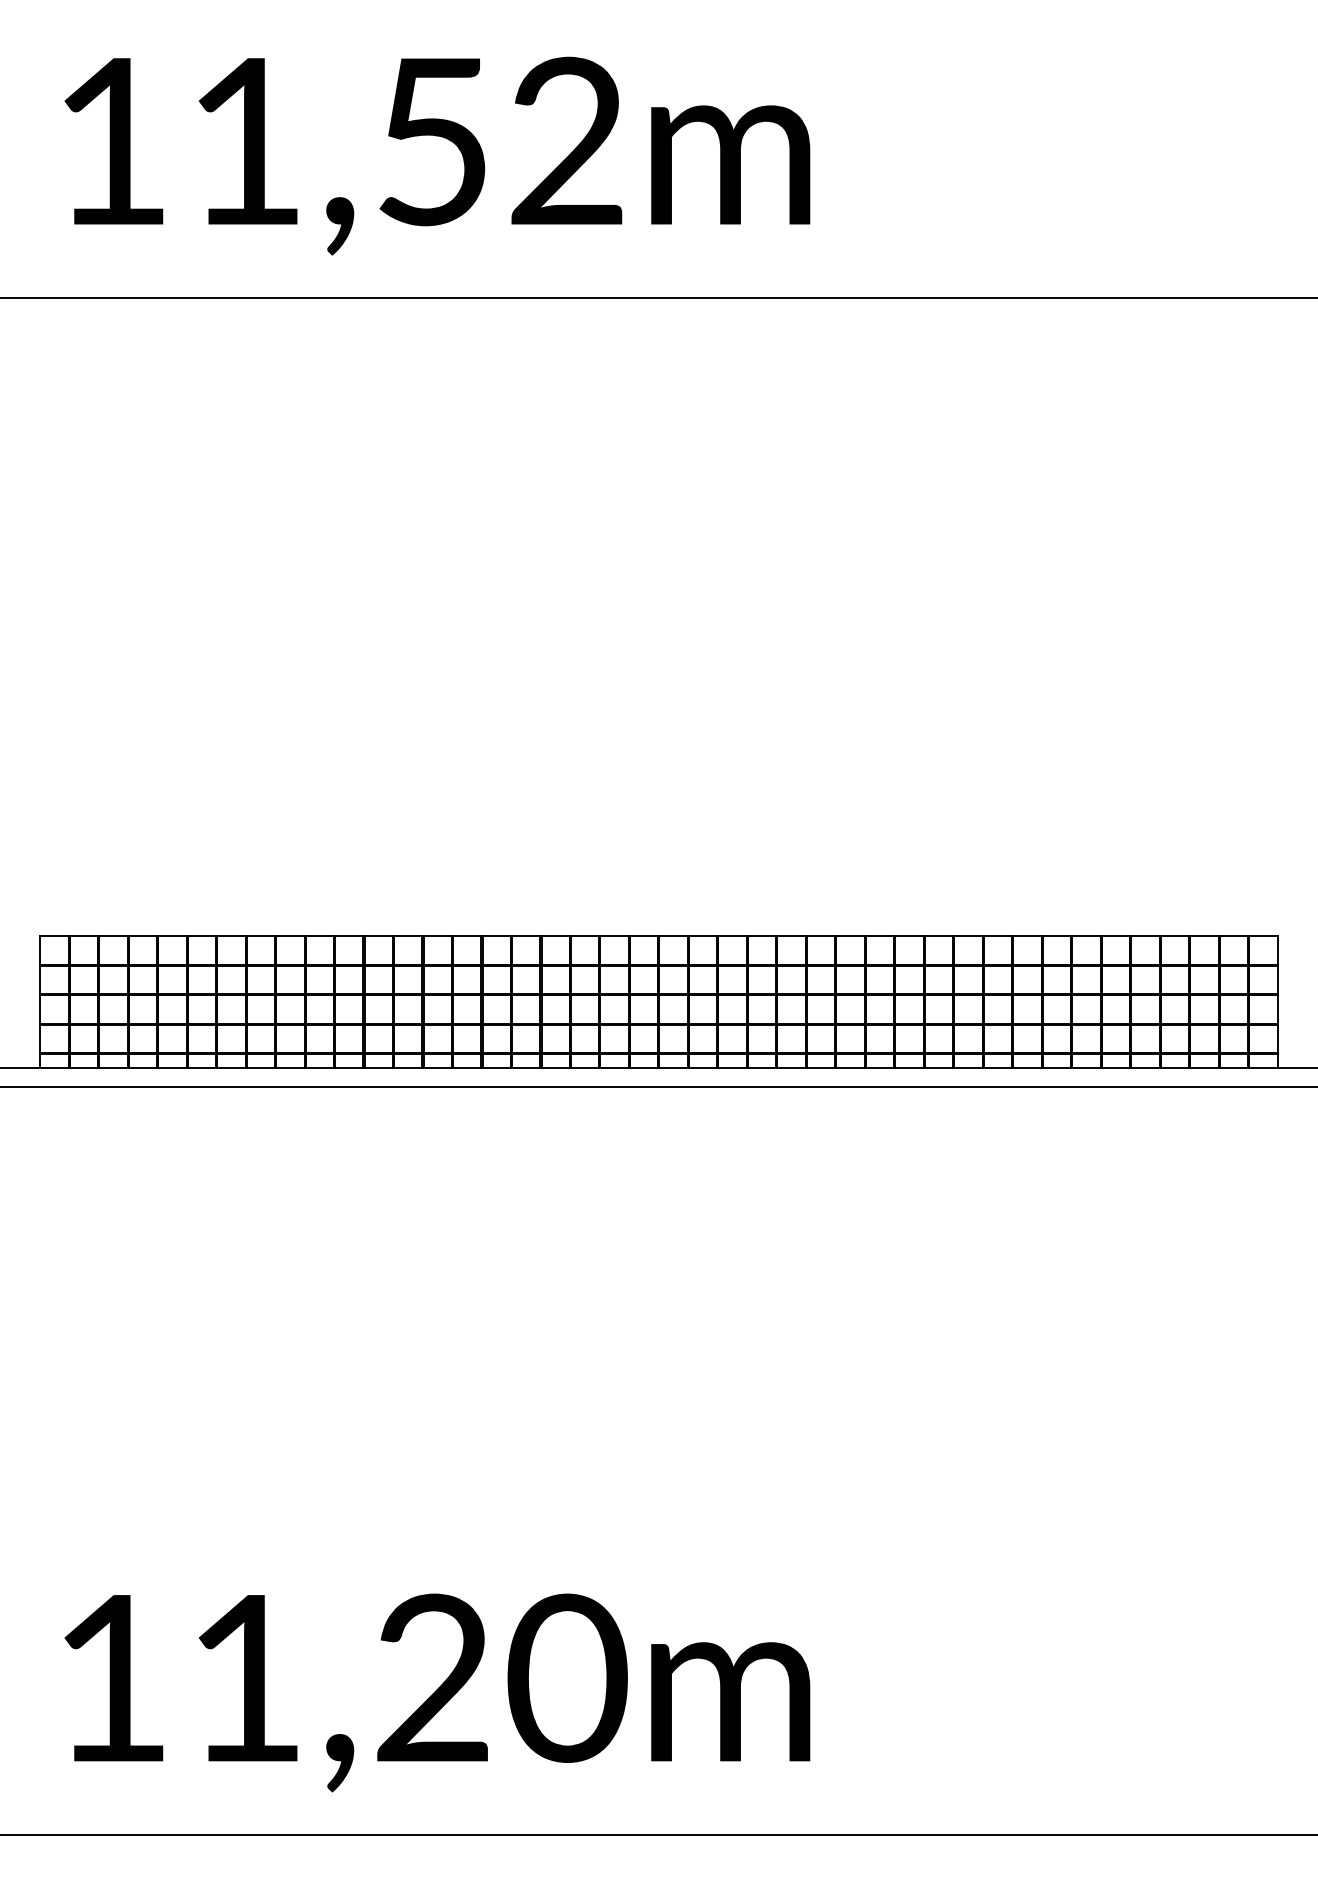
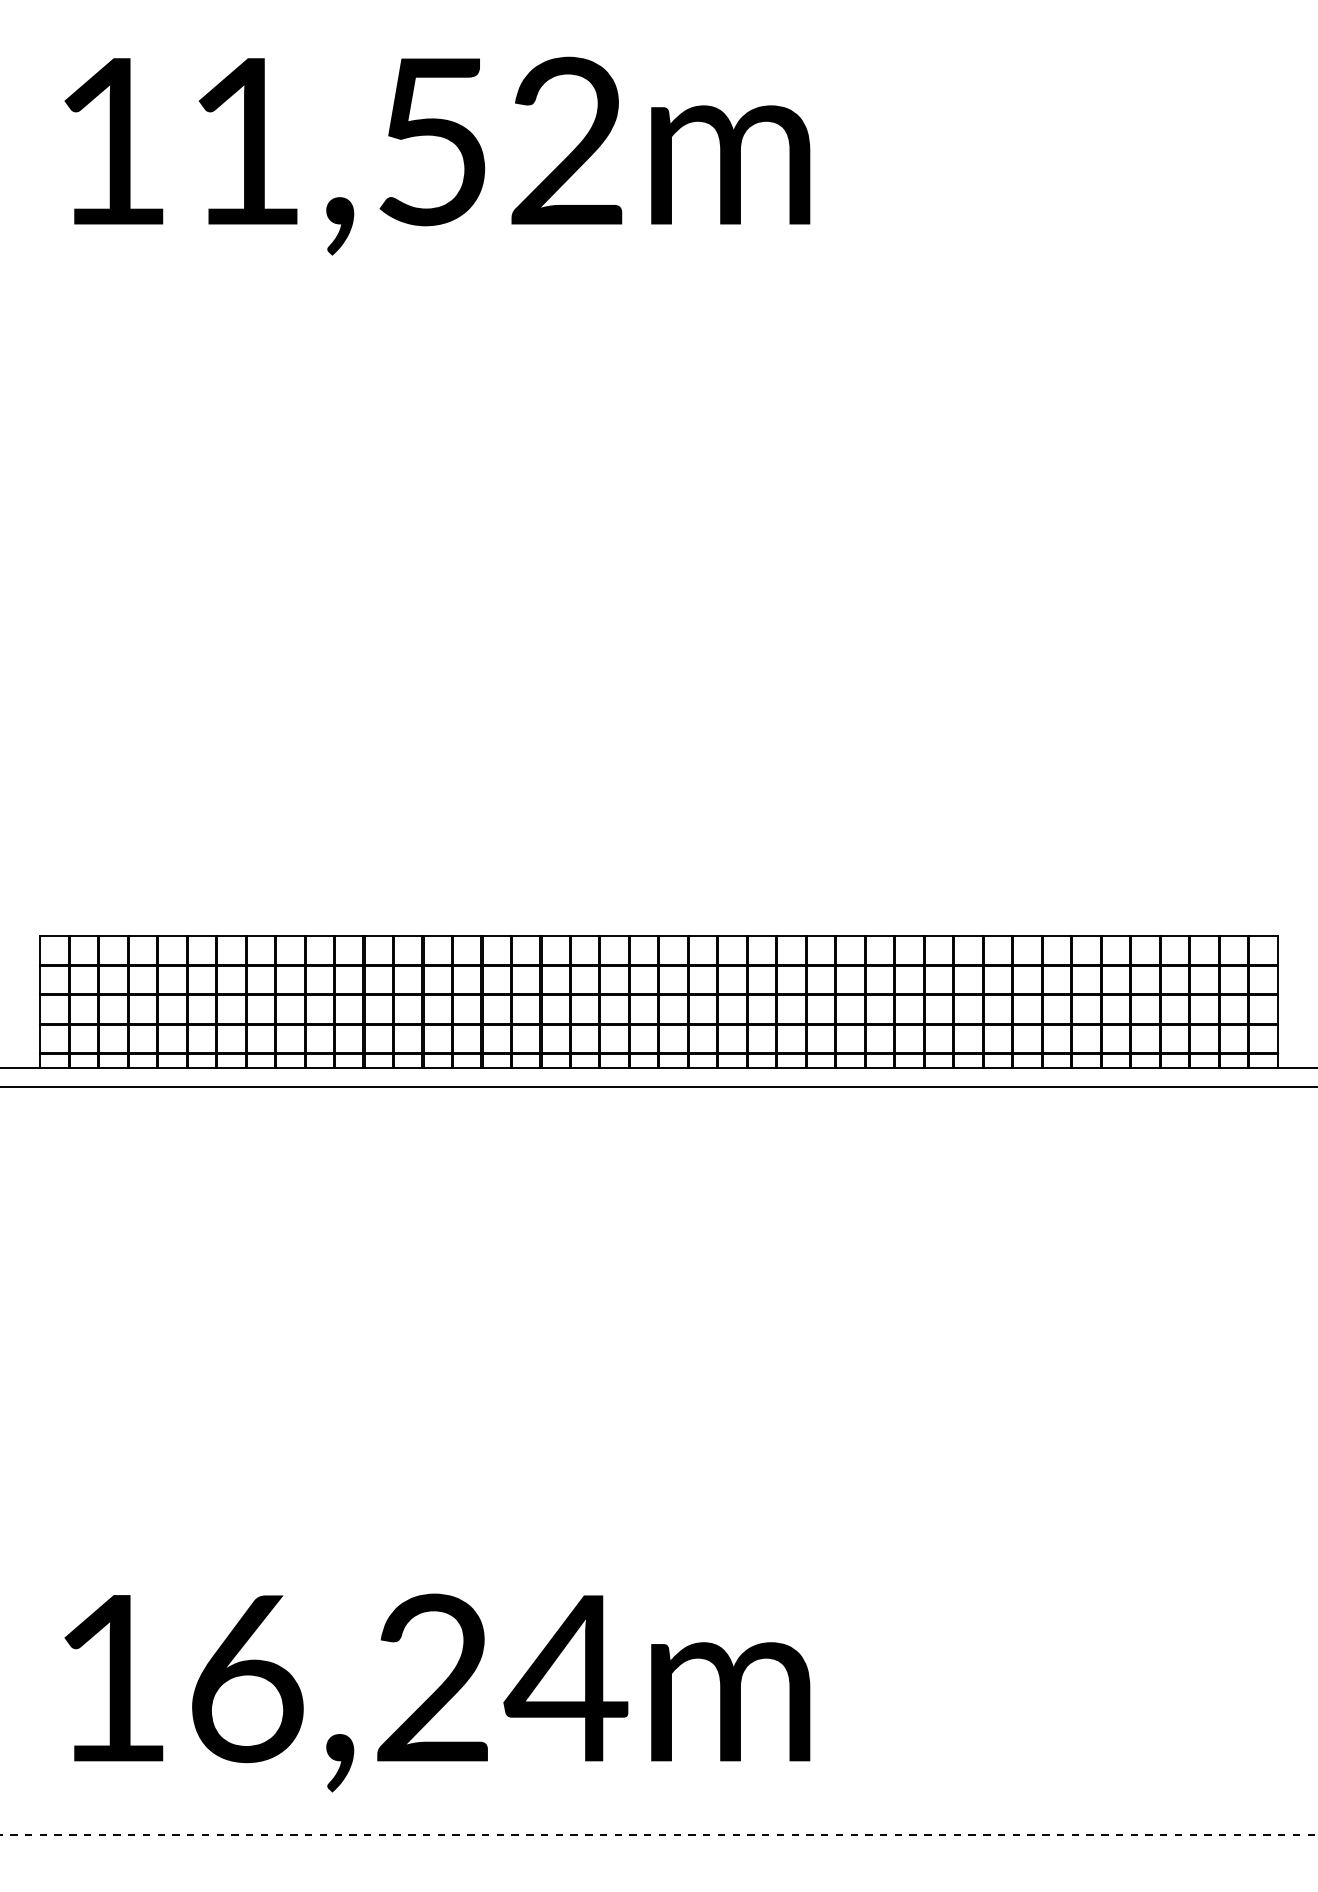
line at (658, 298): present -> none
text at (410, 1678): 11,20m -> 16,24m
line at (659, 1835): solid -> dashed
